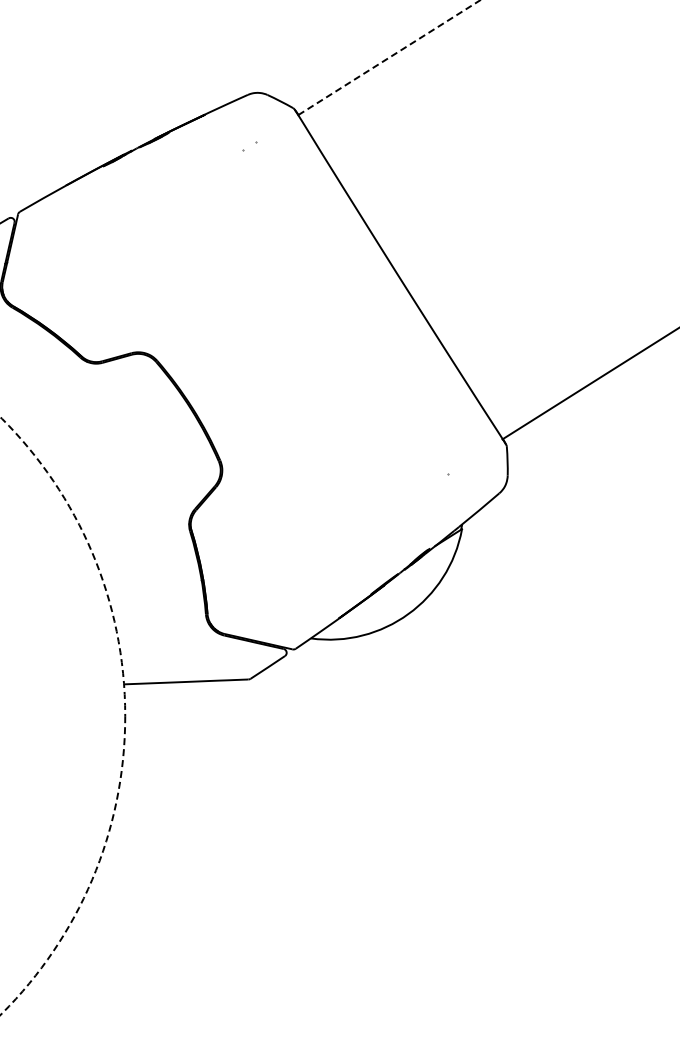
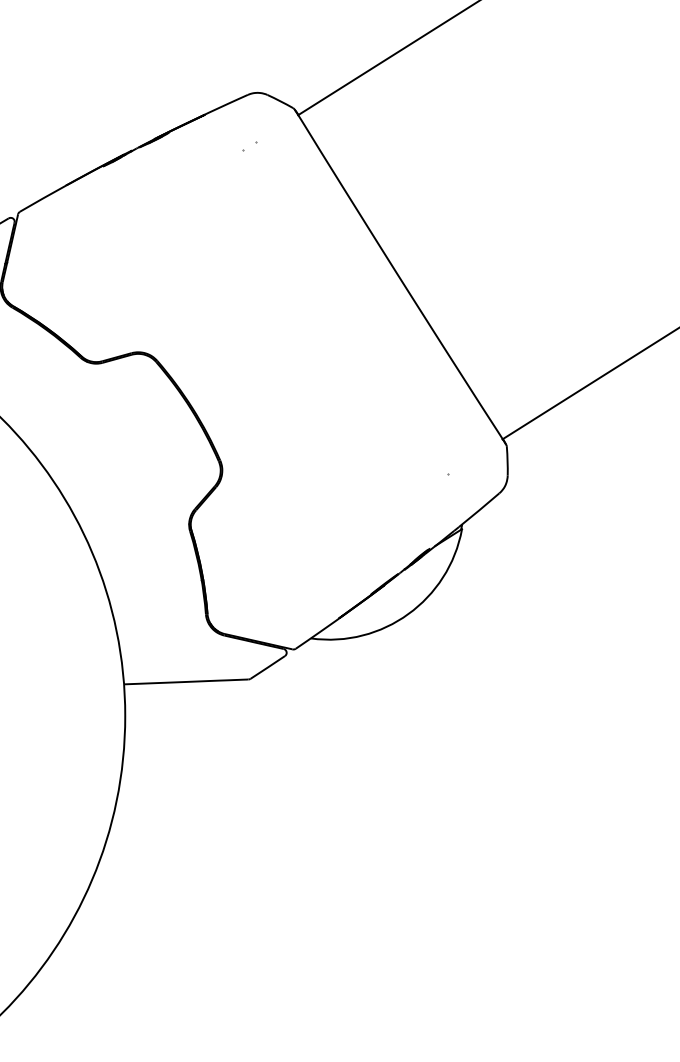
line at (389, 57): dashed -> solid
circle at (62, 715): dashed -> solid
